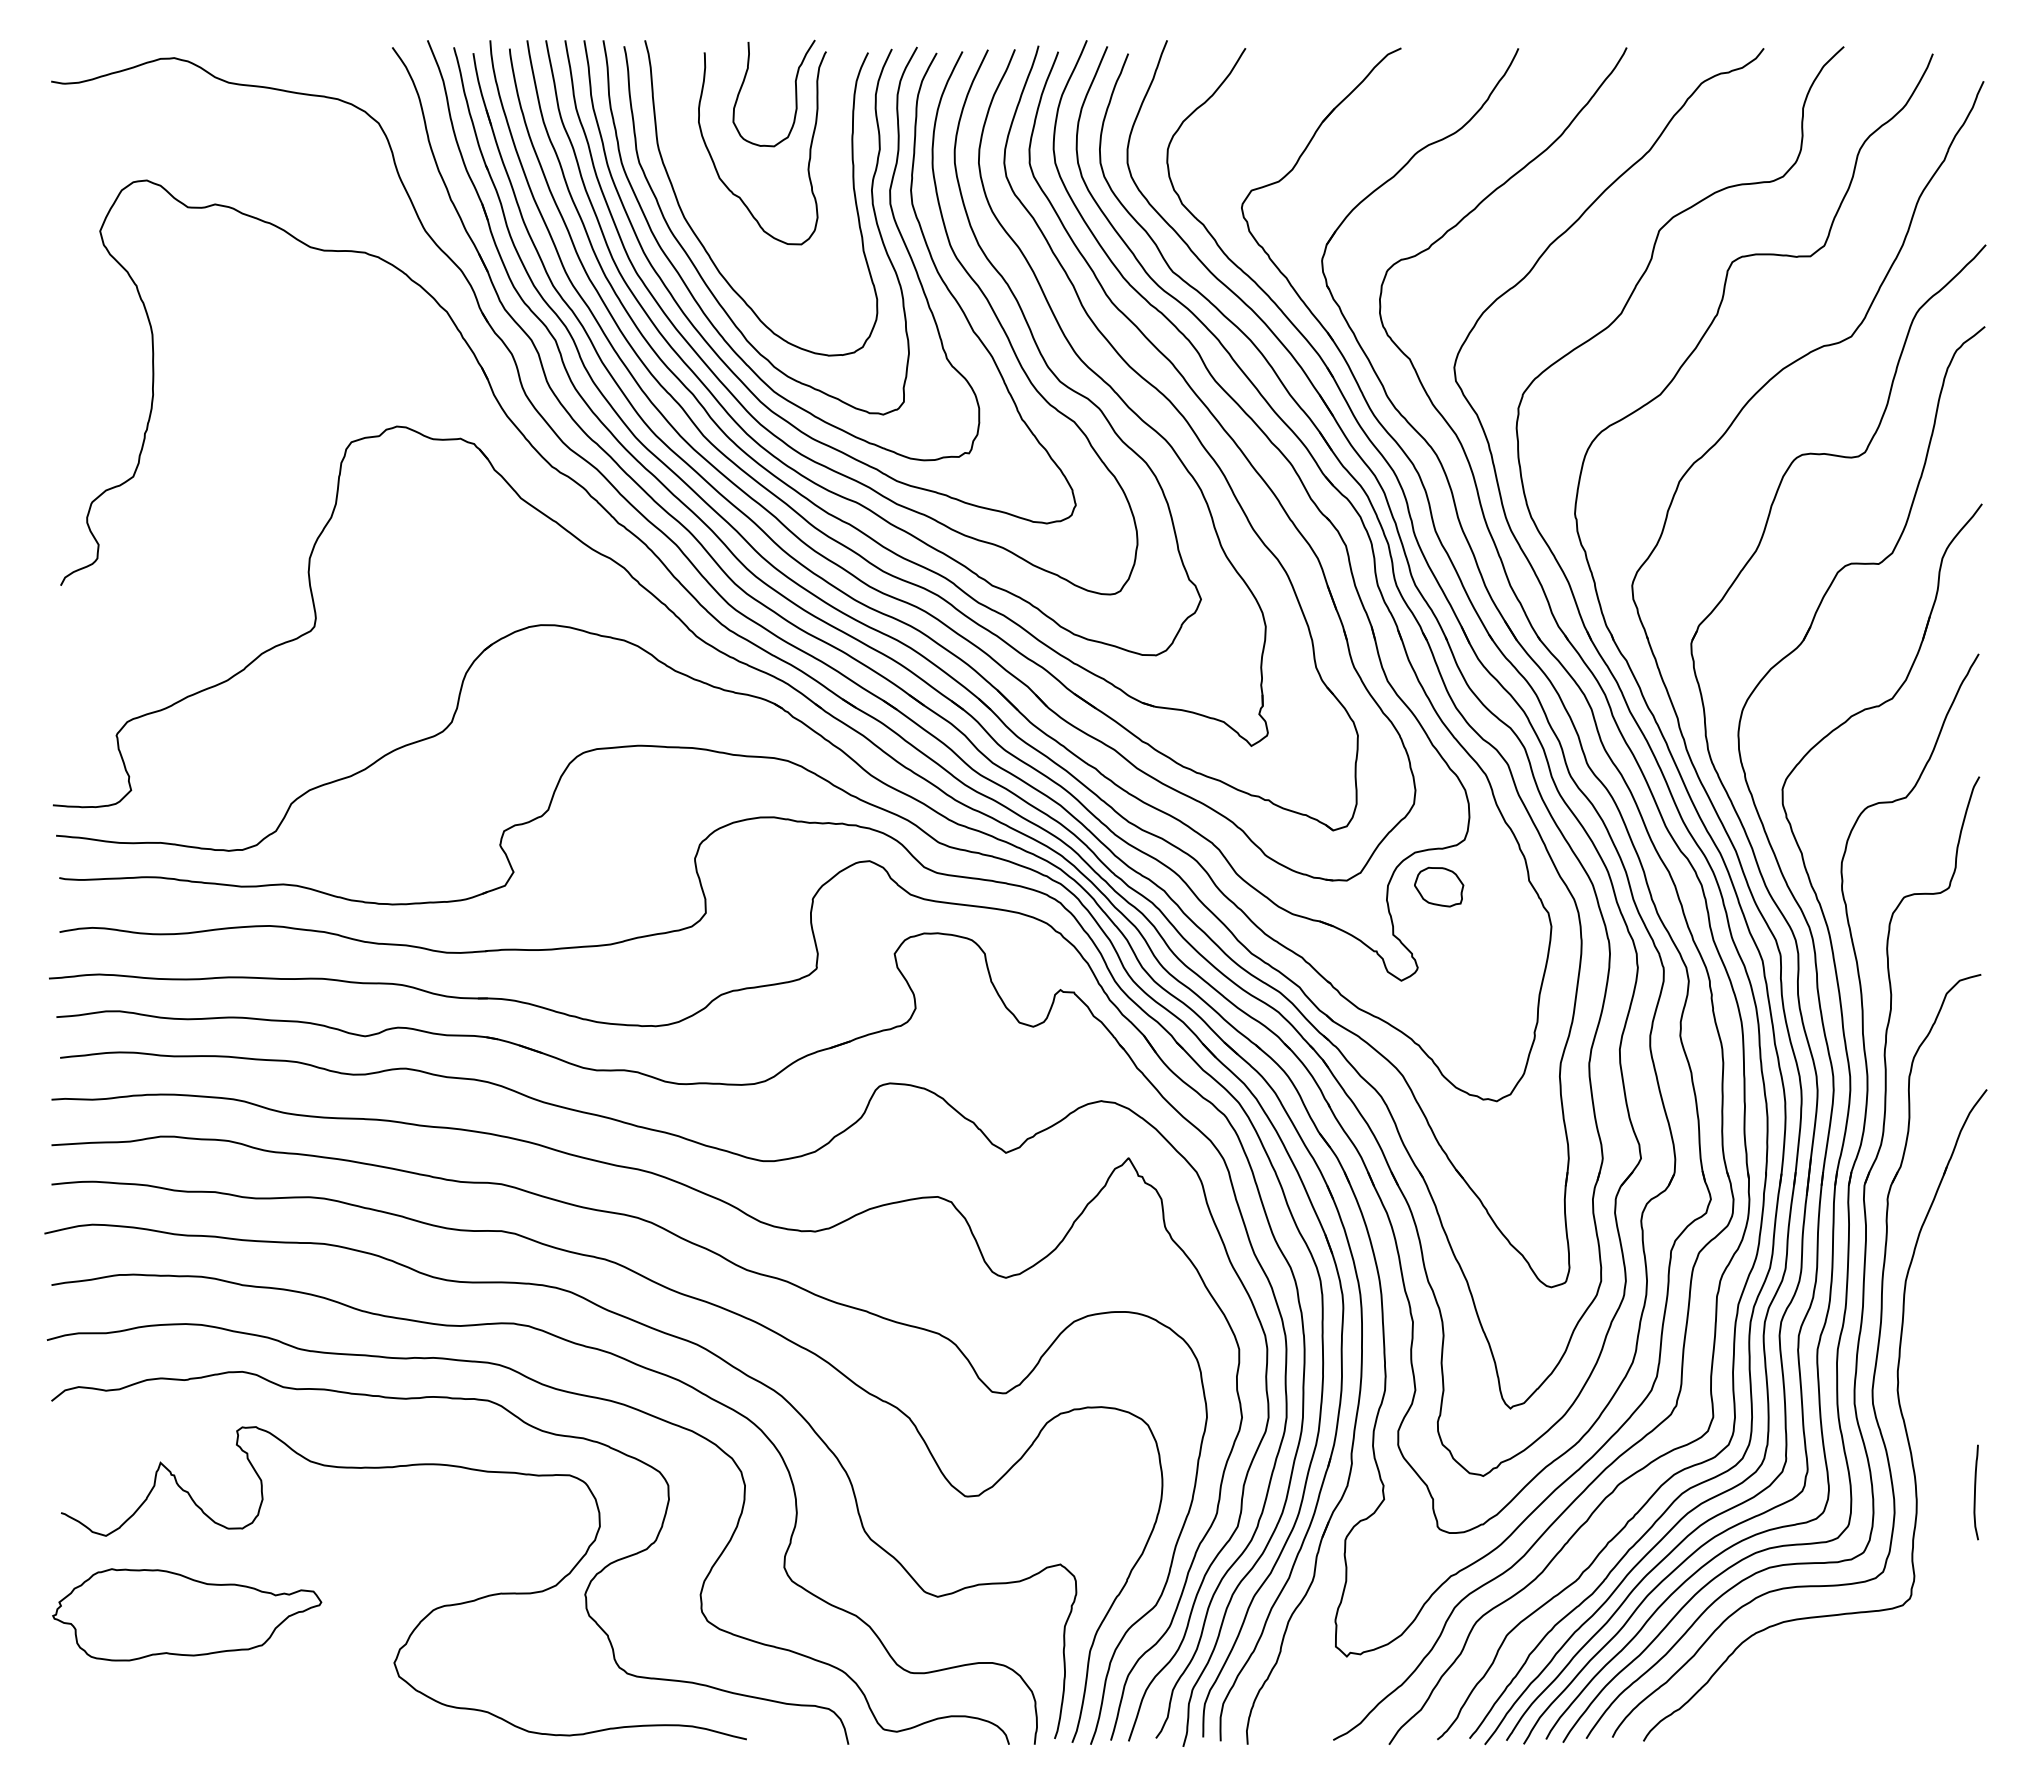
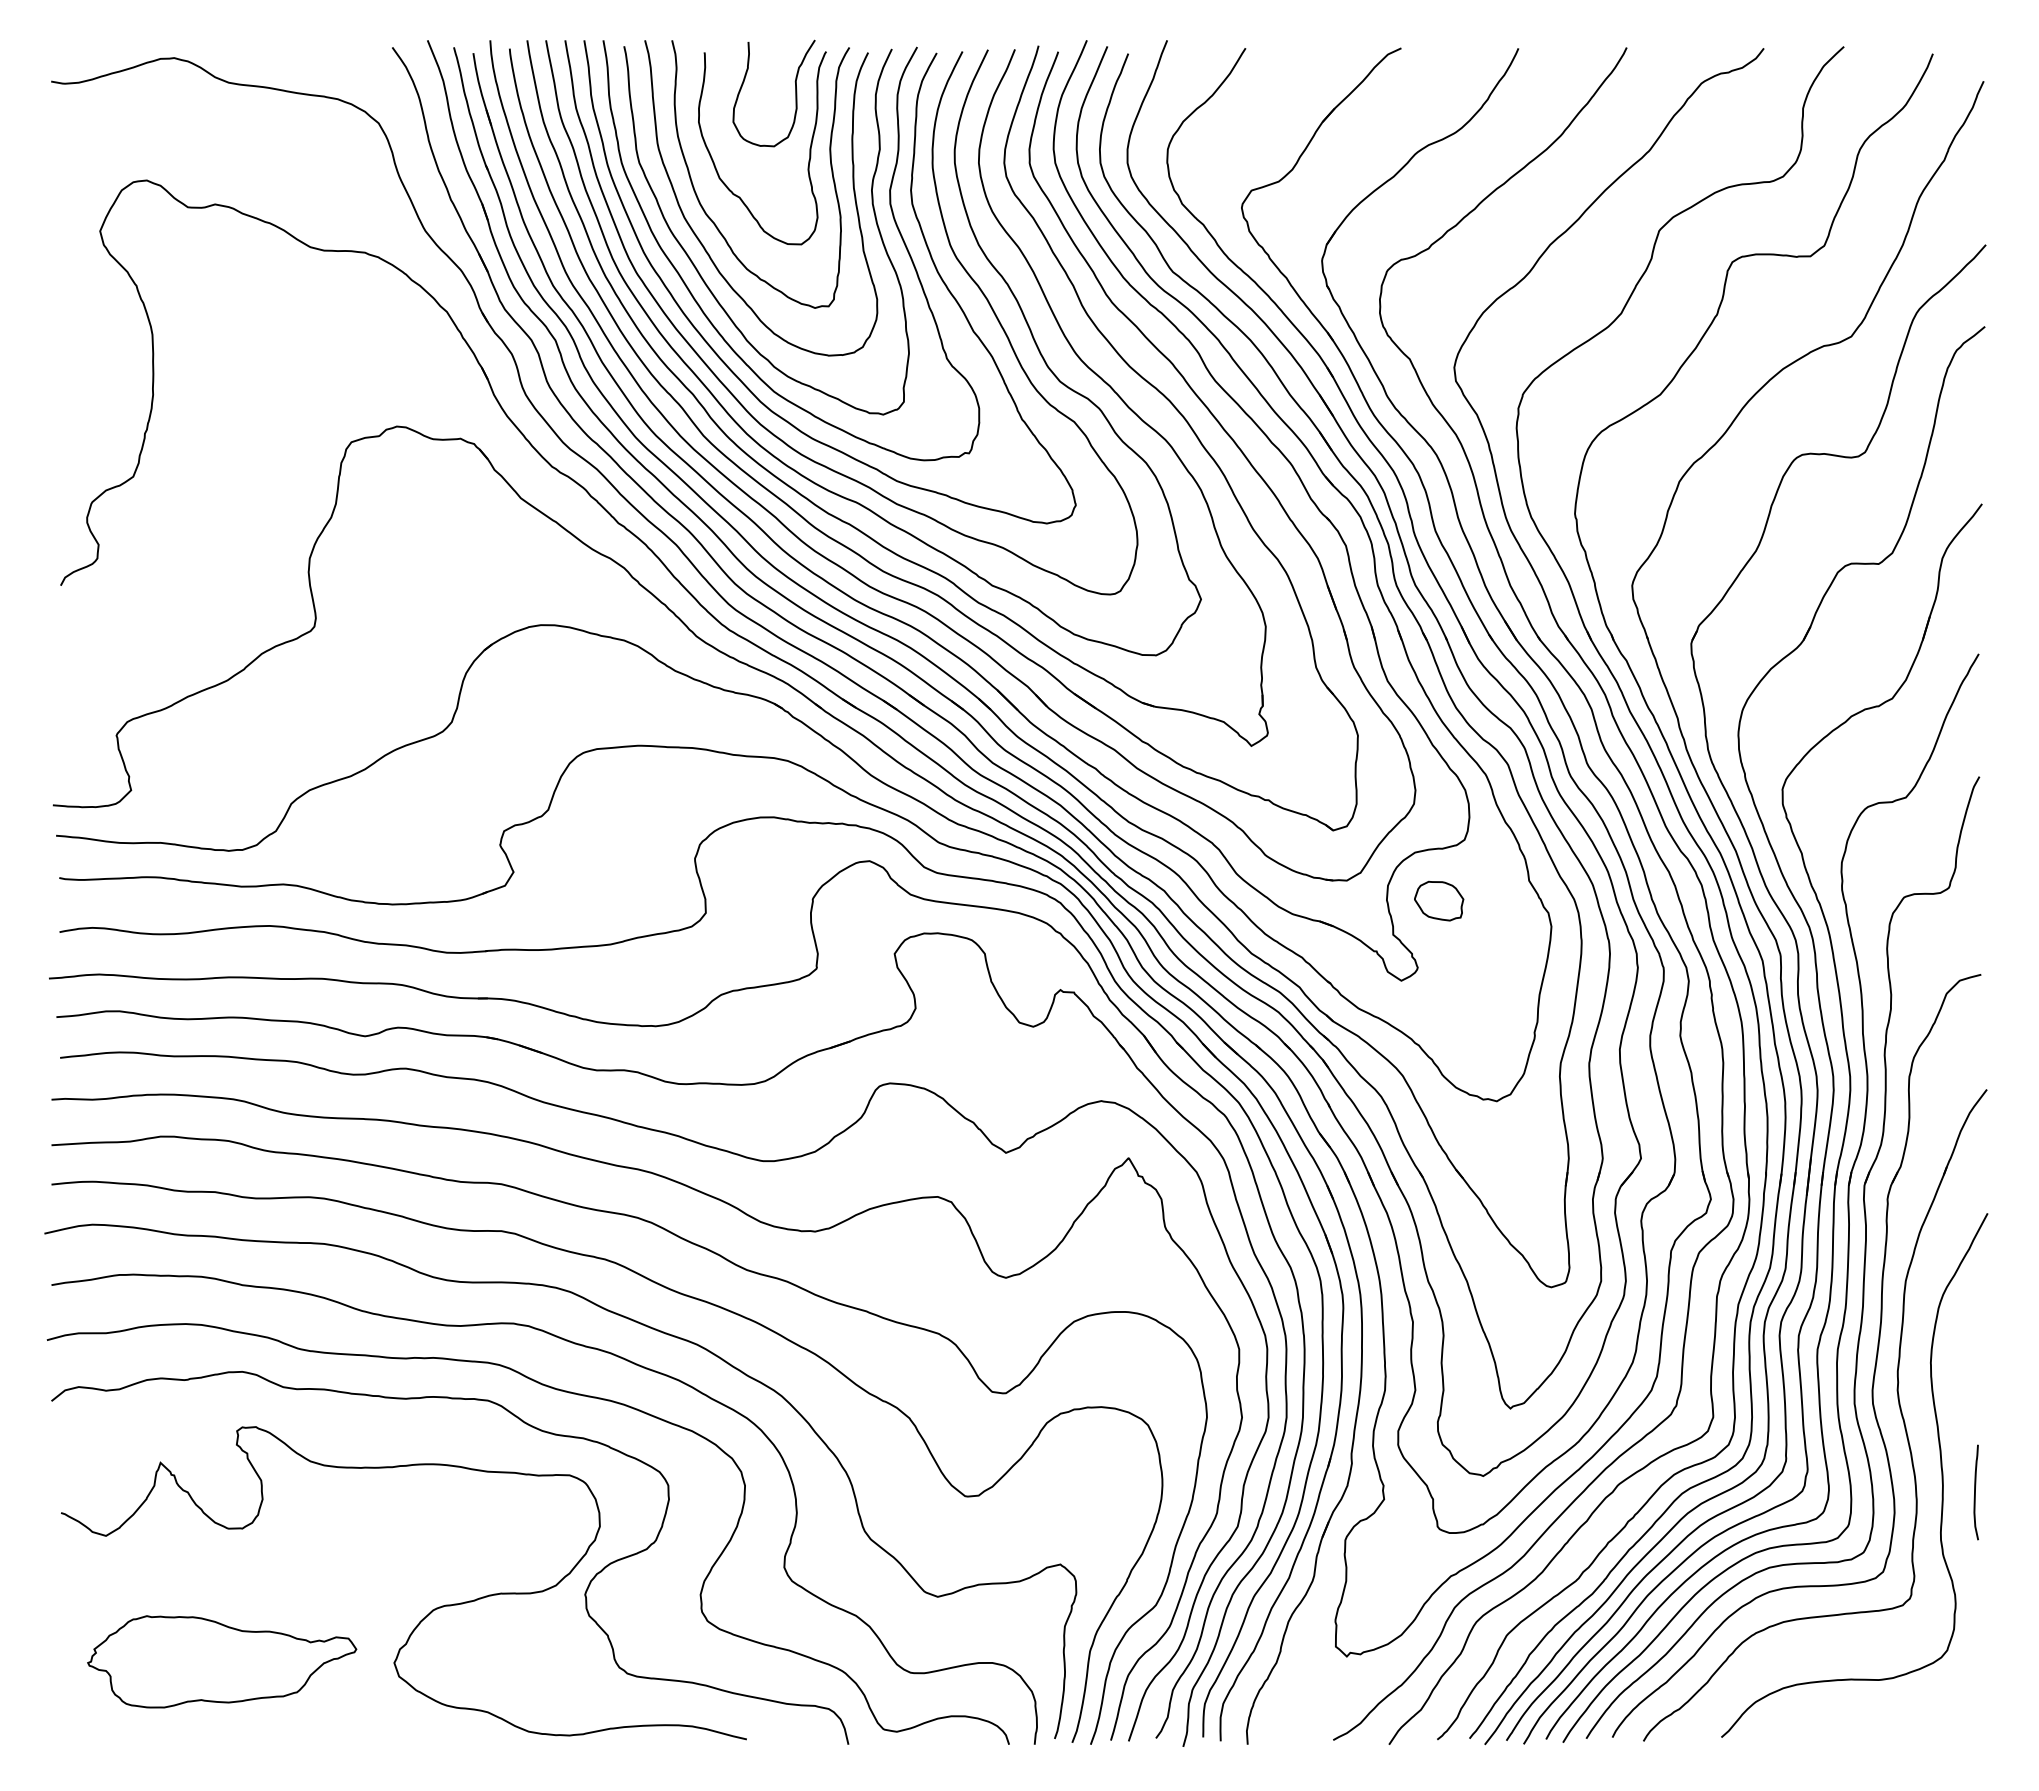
curve at (705, 210): none -> present
part at (1439, 886) position: (1439, 886) -> (1439, 900)
curve at (1940, 1467): none -> present
part at (187, 1614) position: (187, 1614) -> (222, 1661)
